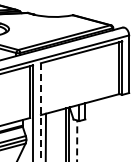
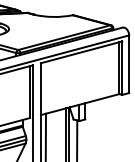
line at (40, 112): dashed -> solid
line at (77, 140): dashed -> solid
